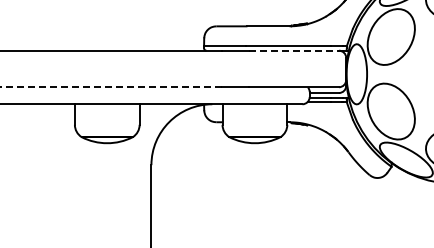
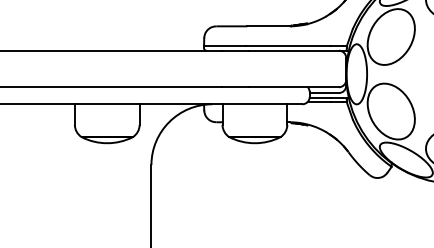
line at (294, 50): dashed -> solid
line at (111, 87): dashed -> solid
